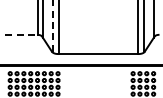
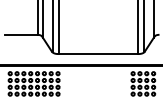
line at (52, 25): dashed -> solid
line at (21, 34): dashed -> solid
